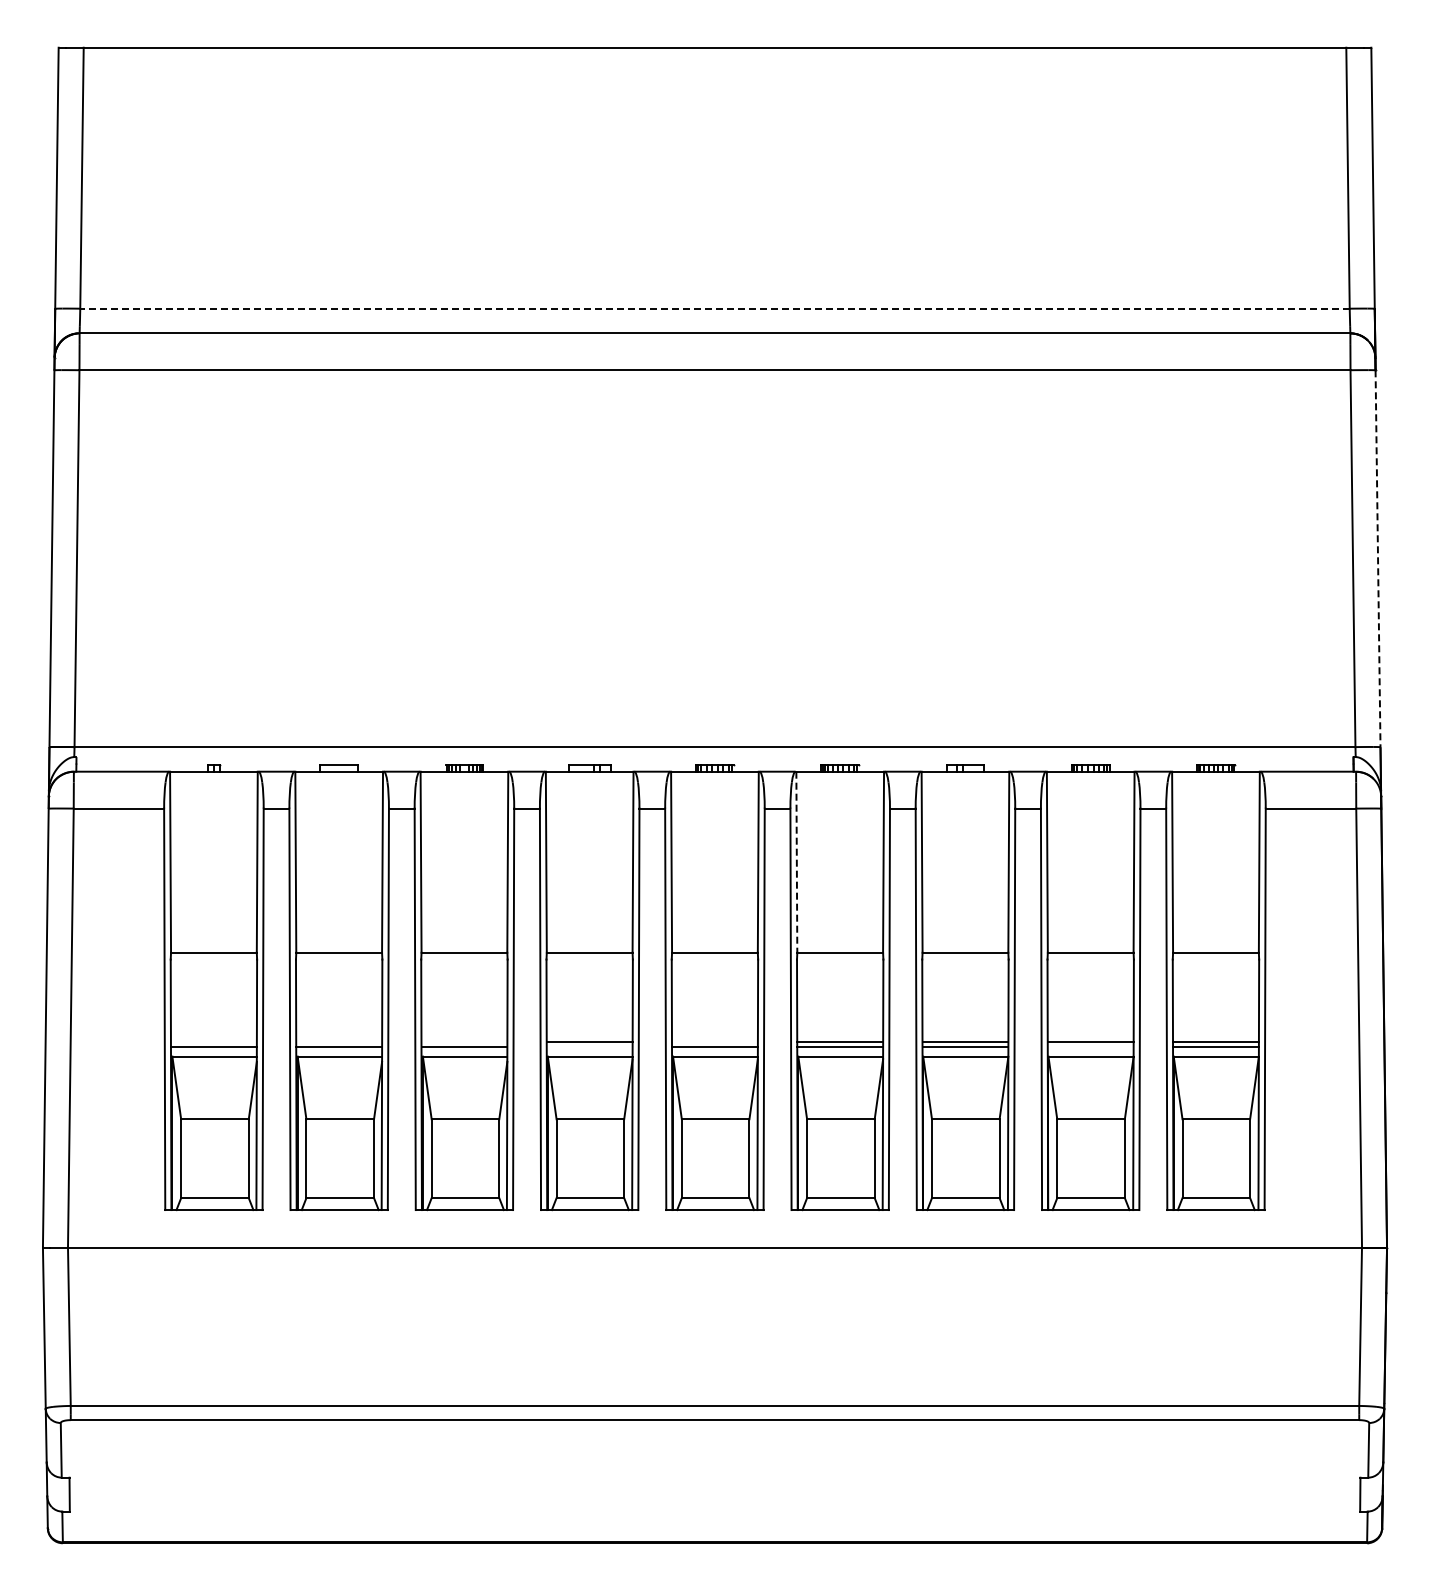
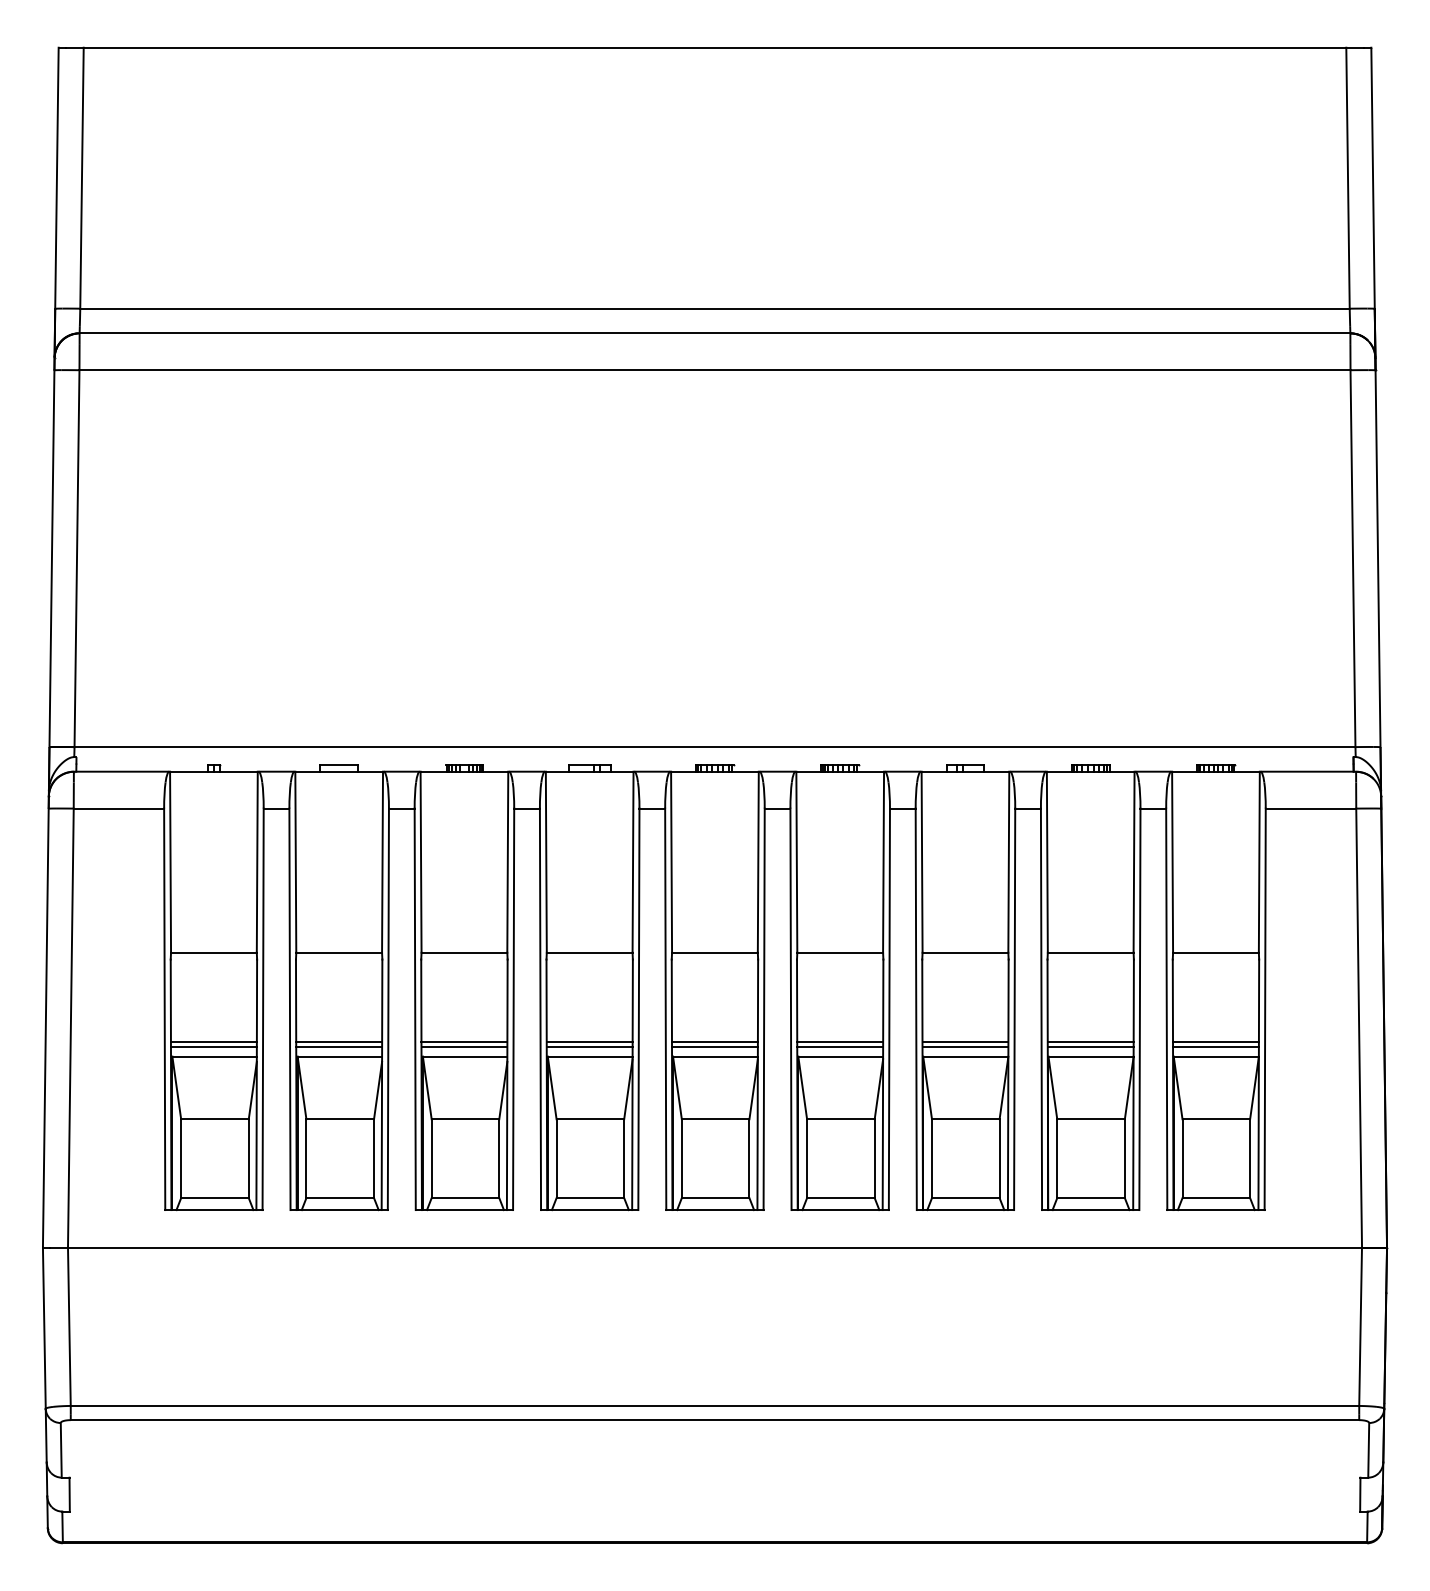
line at (715, 308): dashed -> solid
line at (1378, 559): dashed -> solid
line at (796, 862): dashed -> solid
line at (213, 1041): none -> present
line at (339, 1041): none -> present
line at (464, 1041): none -> present
line at (714, 1041): none -> present
line at (589, 1046): none -> present
line at (1090, 1046): none -> present
